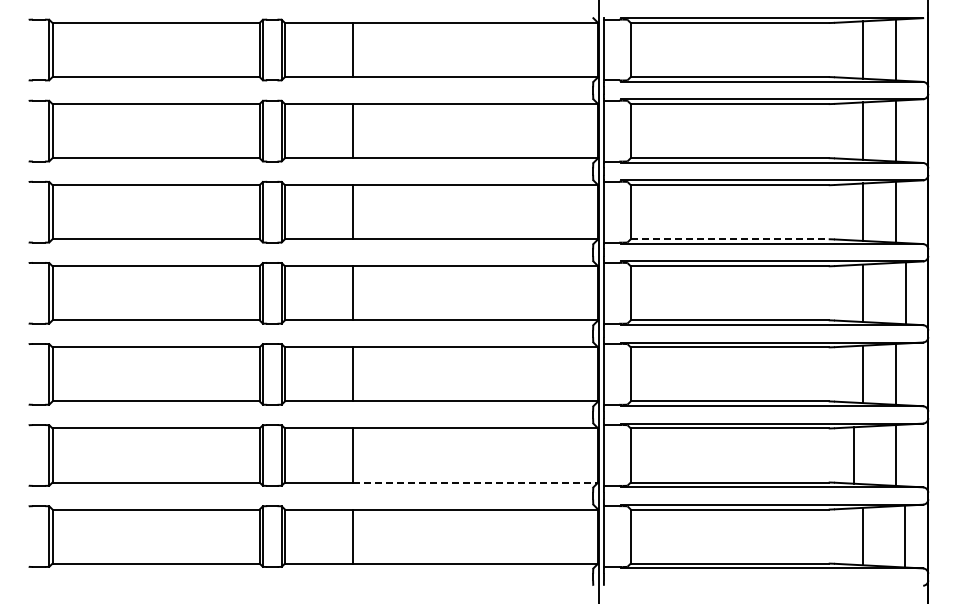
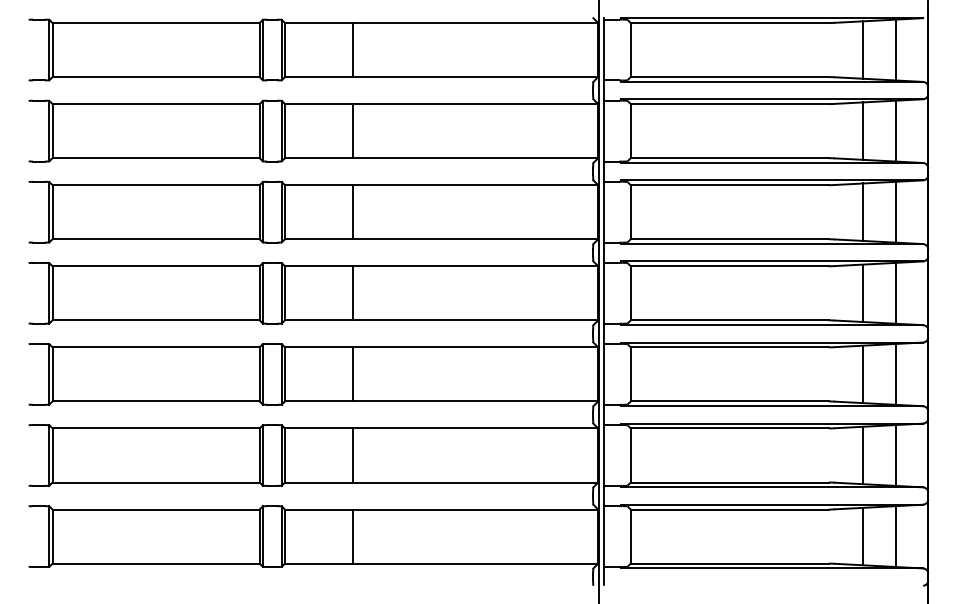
line at (729, 239): dashed -> solid
line at (905, 292) position: (905, 292) -> (895, 292)
line at (854, 455) position: (854, 455) -> (863, 455)
line at (475, 482): dashed -> solid
line at (904, 536) position: (904, 536) -> (895, 536)
